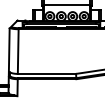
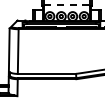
line at (67, 5): solid -> dashed
